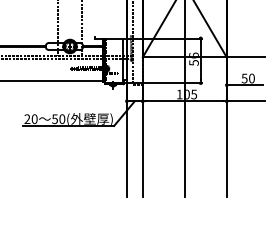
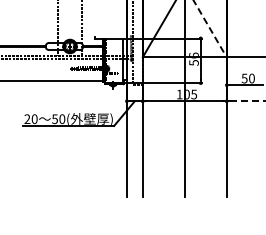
line at (210, 28): solid -> dashed
line at (247, 101): solid -> dashed
